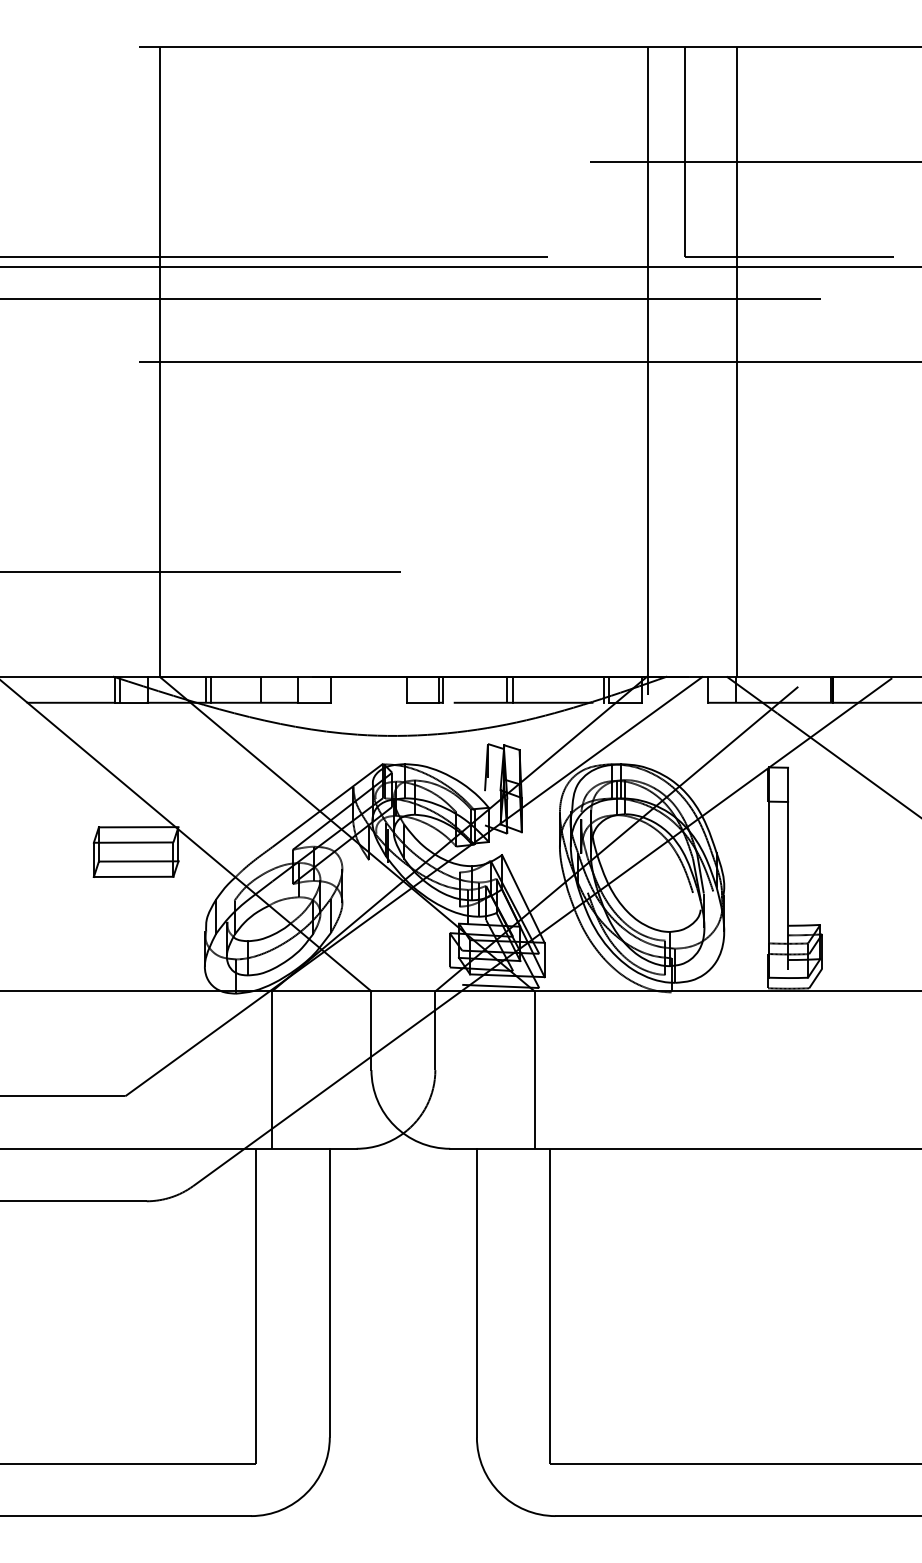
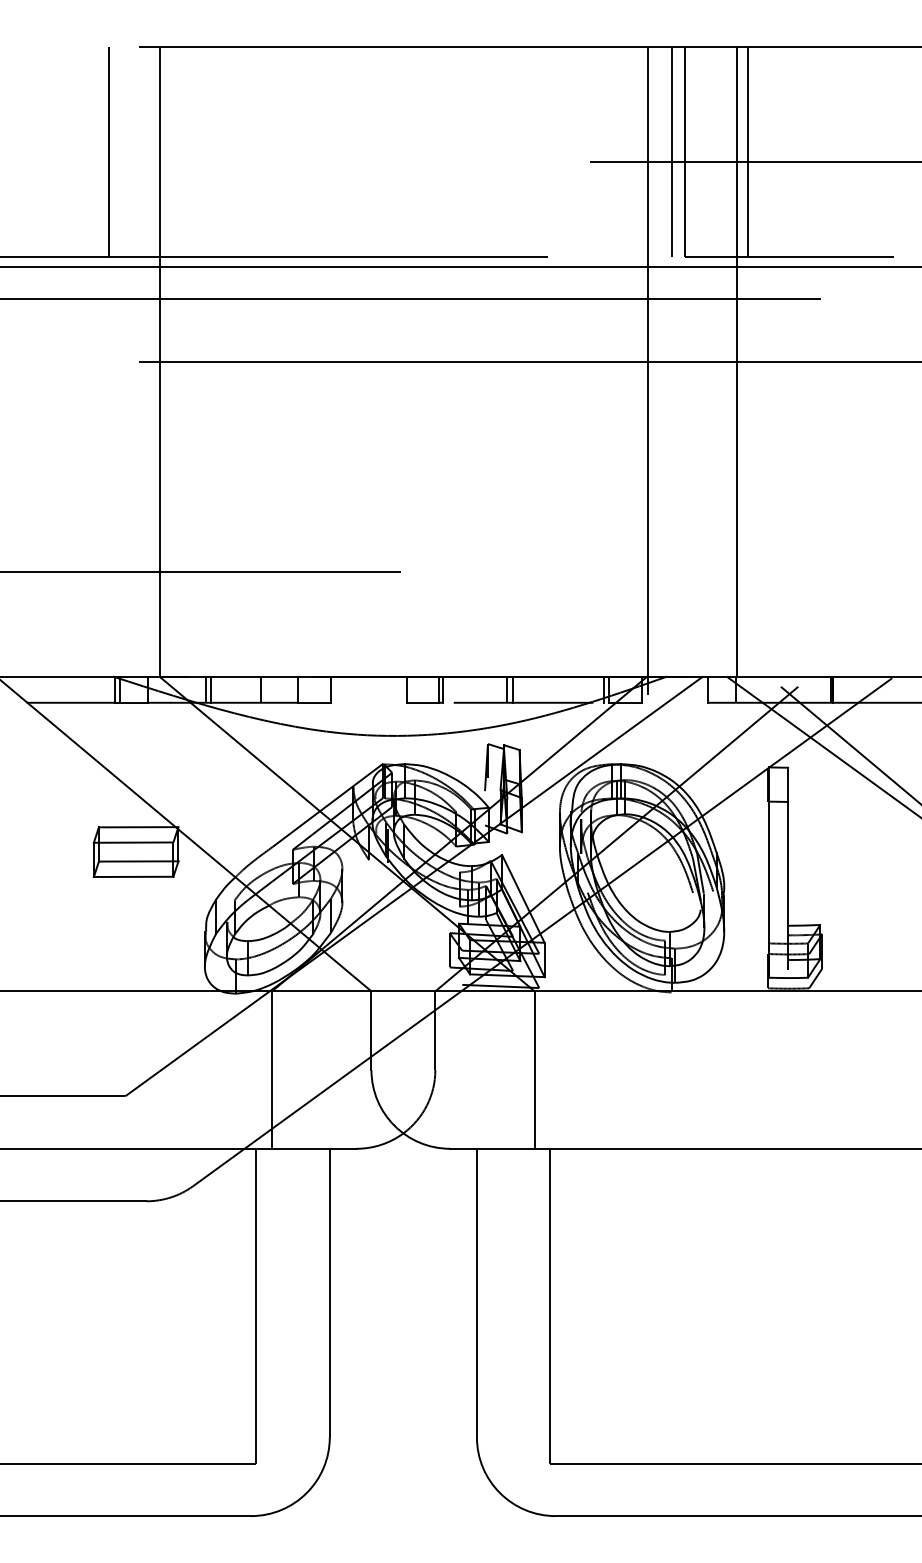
line at (109, 151): none -> present
line at (672, 151): none -> present
line at (747, 151): none -> present
line at (849, 744): none -> present
